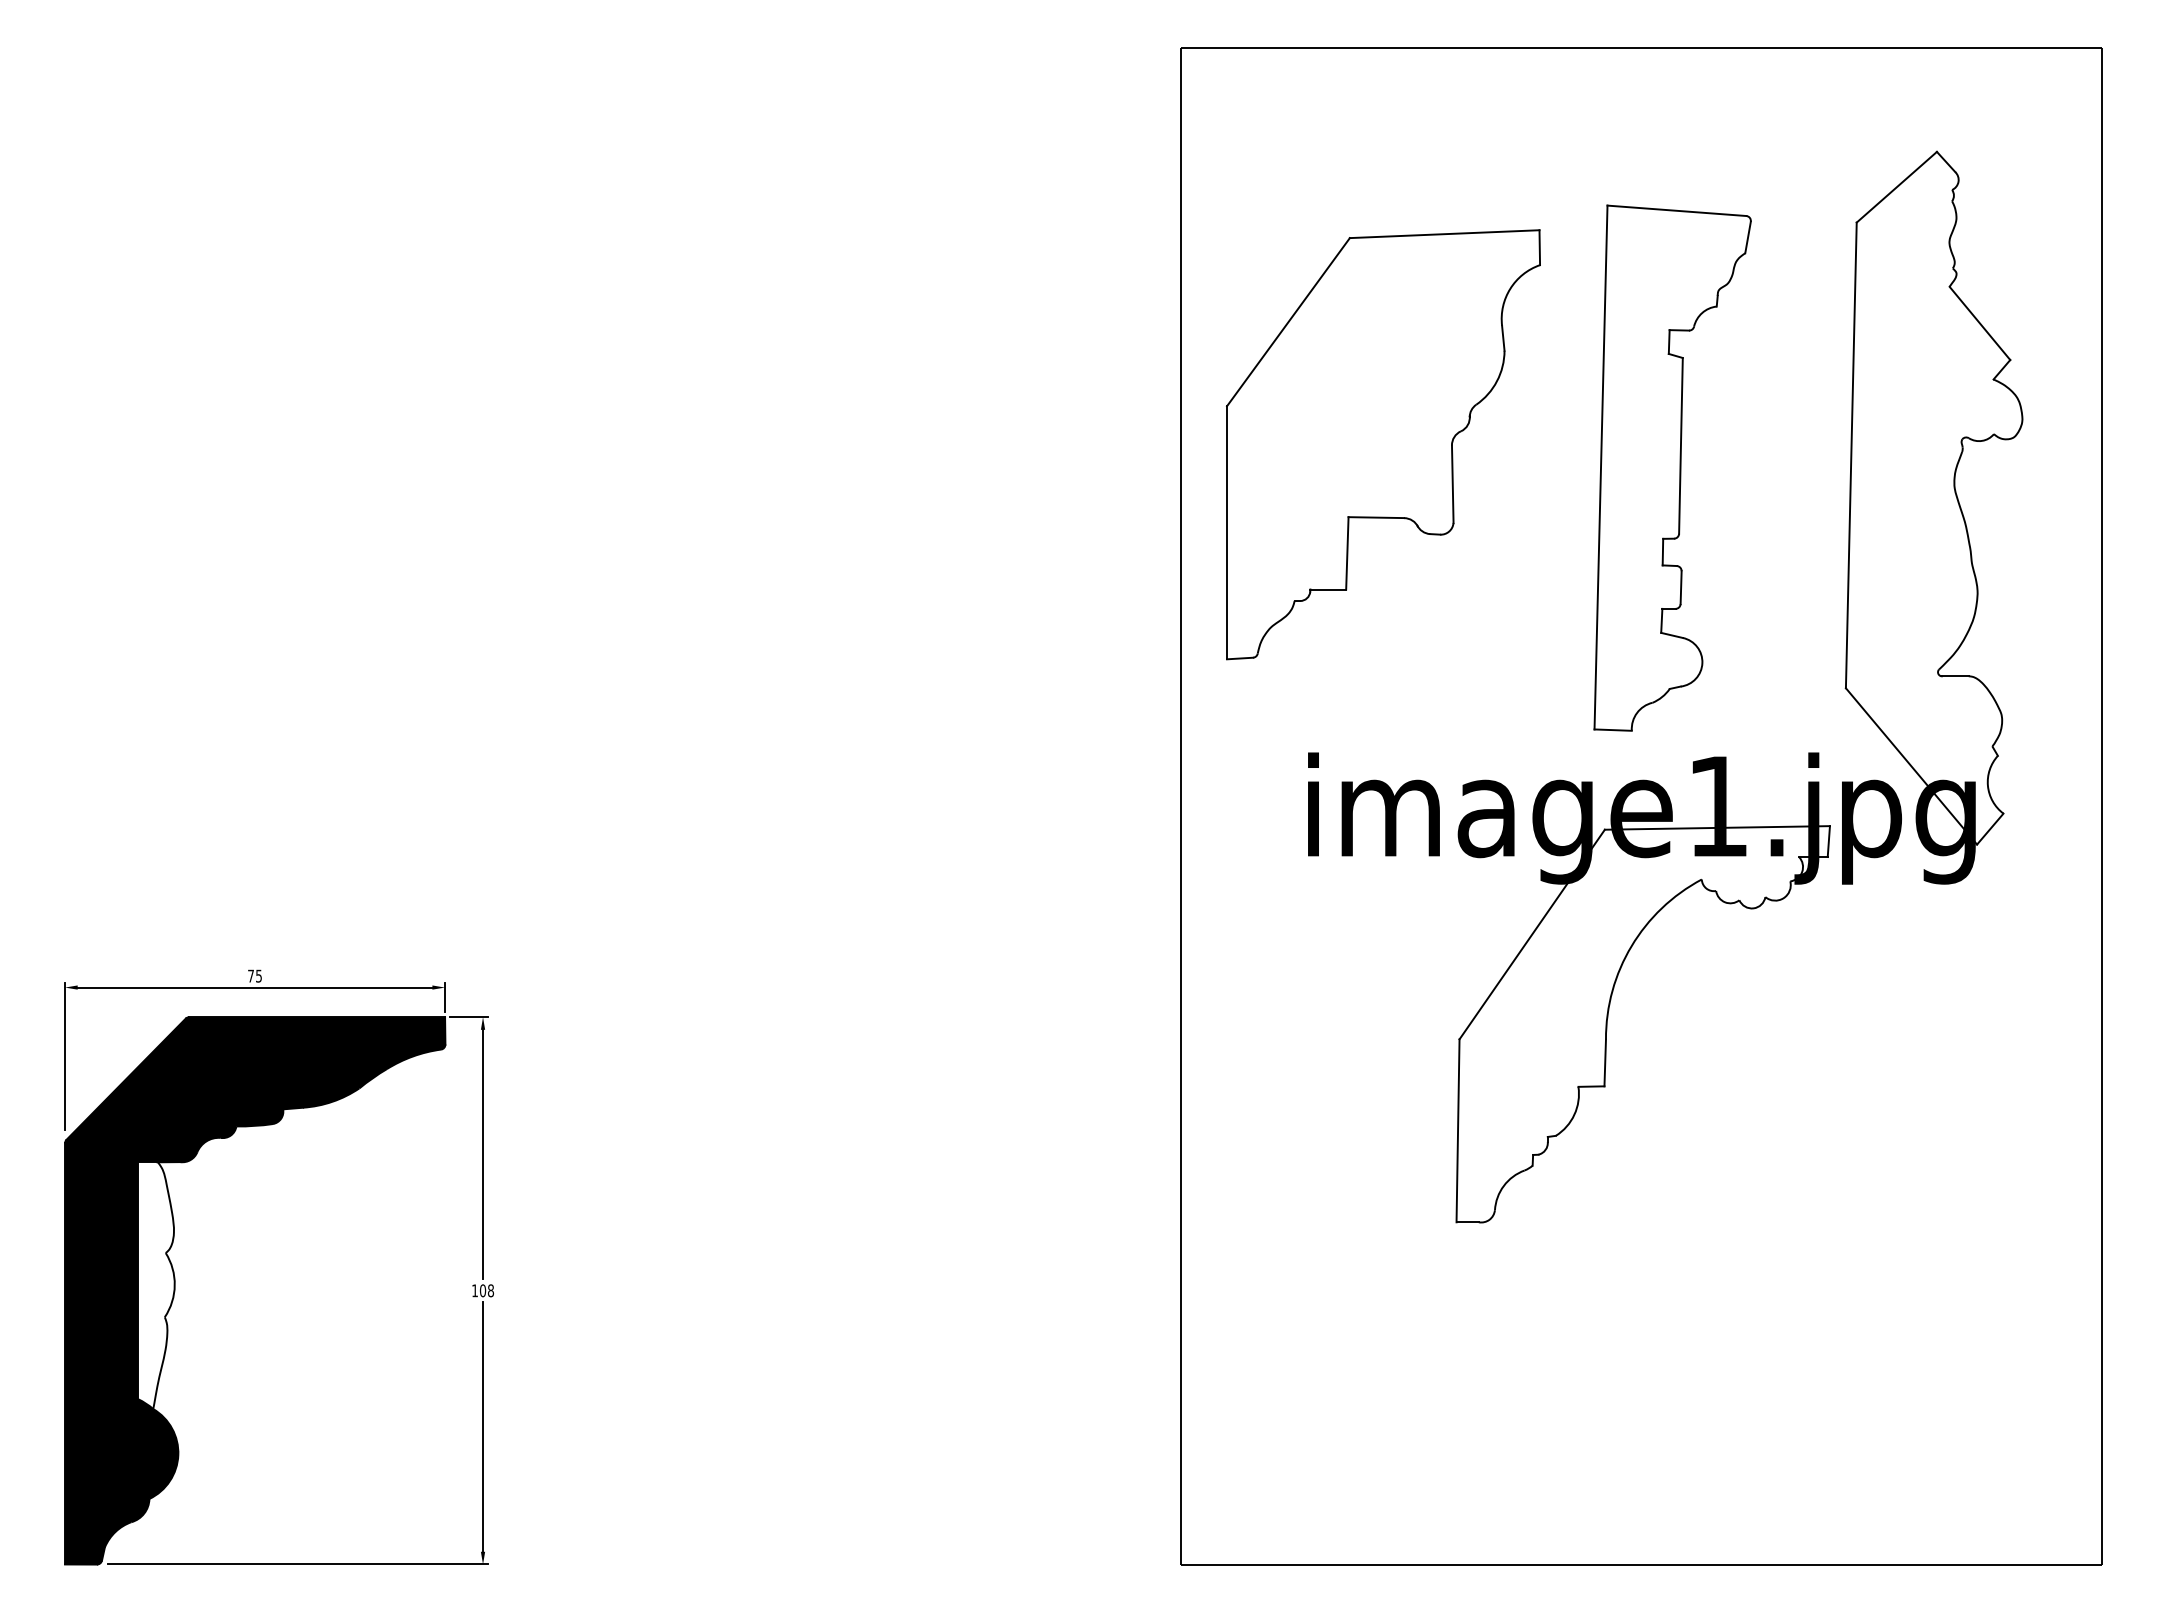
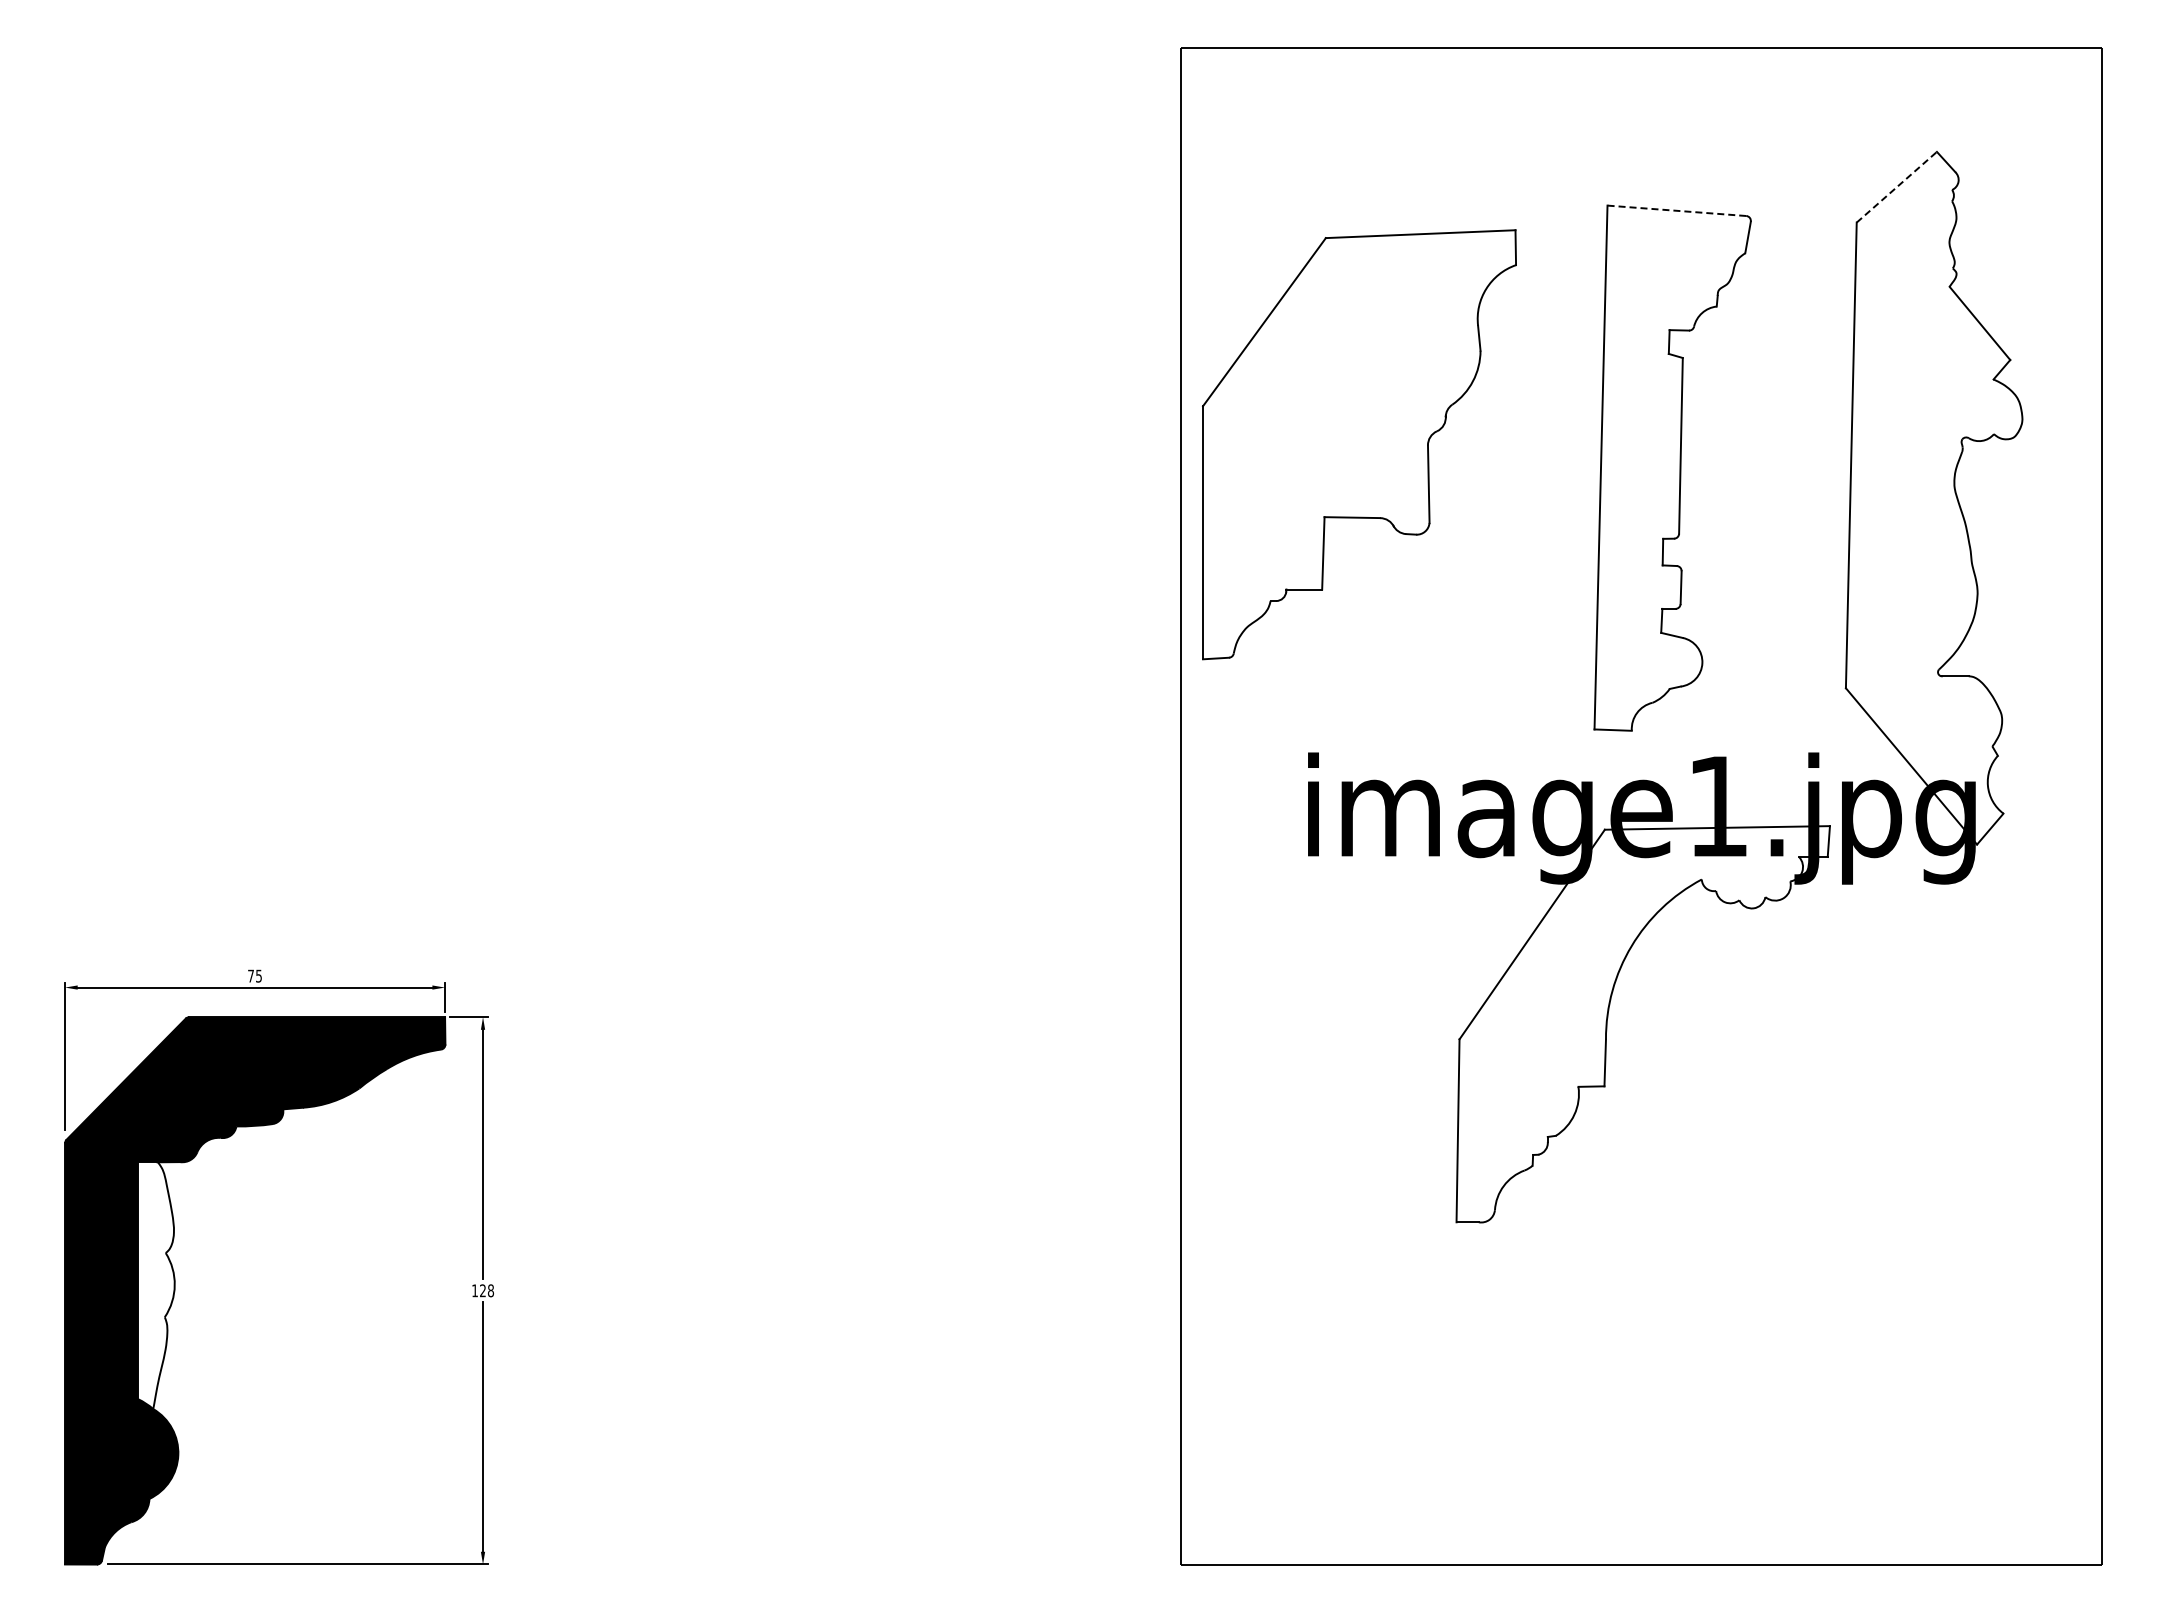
line at (1897, 186): solid -> dashed
line at (1676, 210): solid -> dashed
part at (1383, 444) position: (1383, 444) -> (1359, 444)
text at (482, 1290): 108 -> 128
